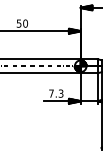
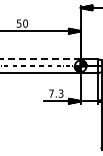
line at (40, 59): solid -> dashed
